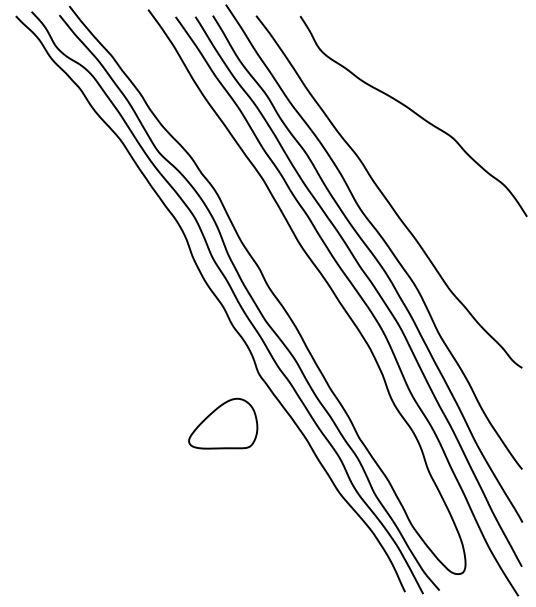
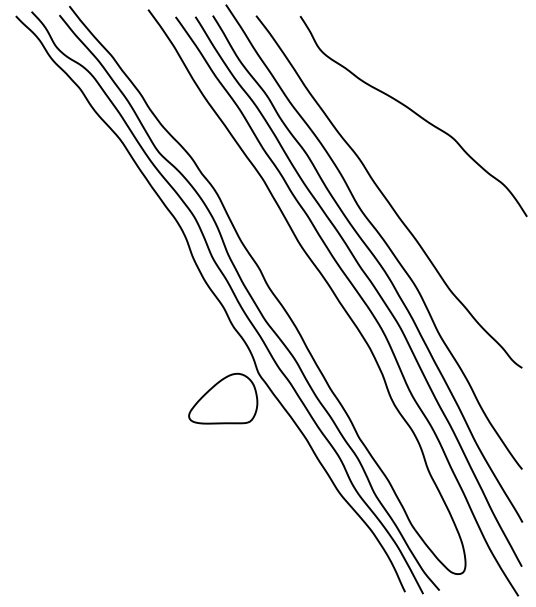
part at (223, 423) position: (223, 423) -> (223, 398)
